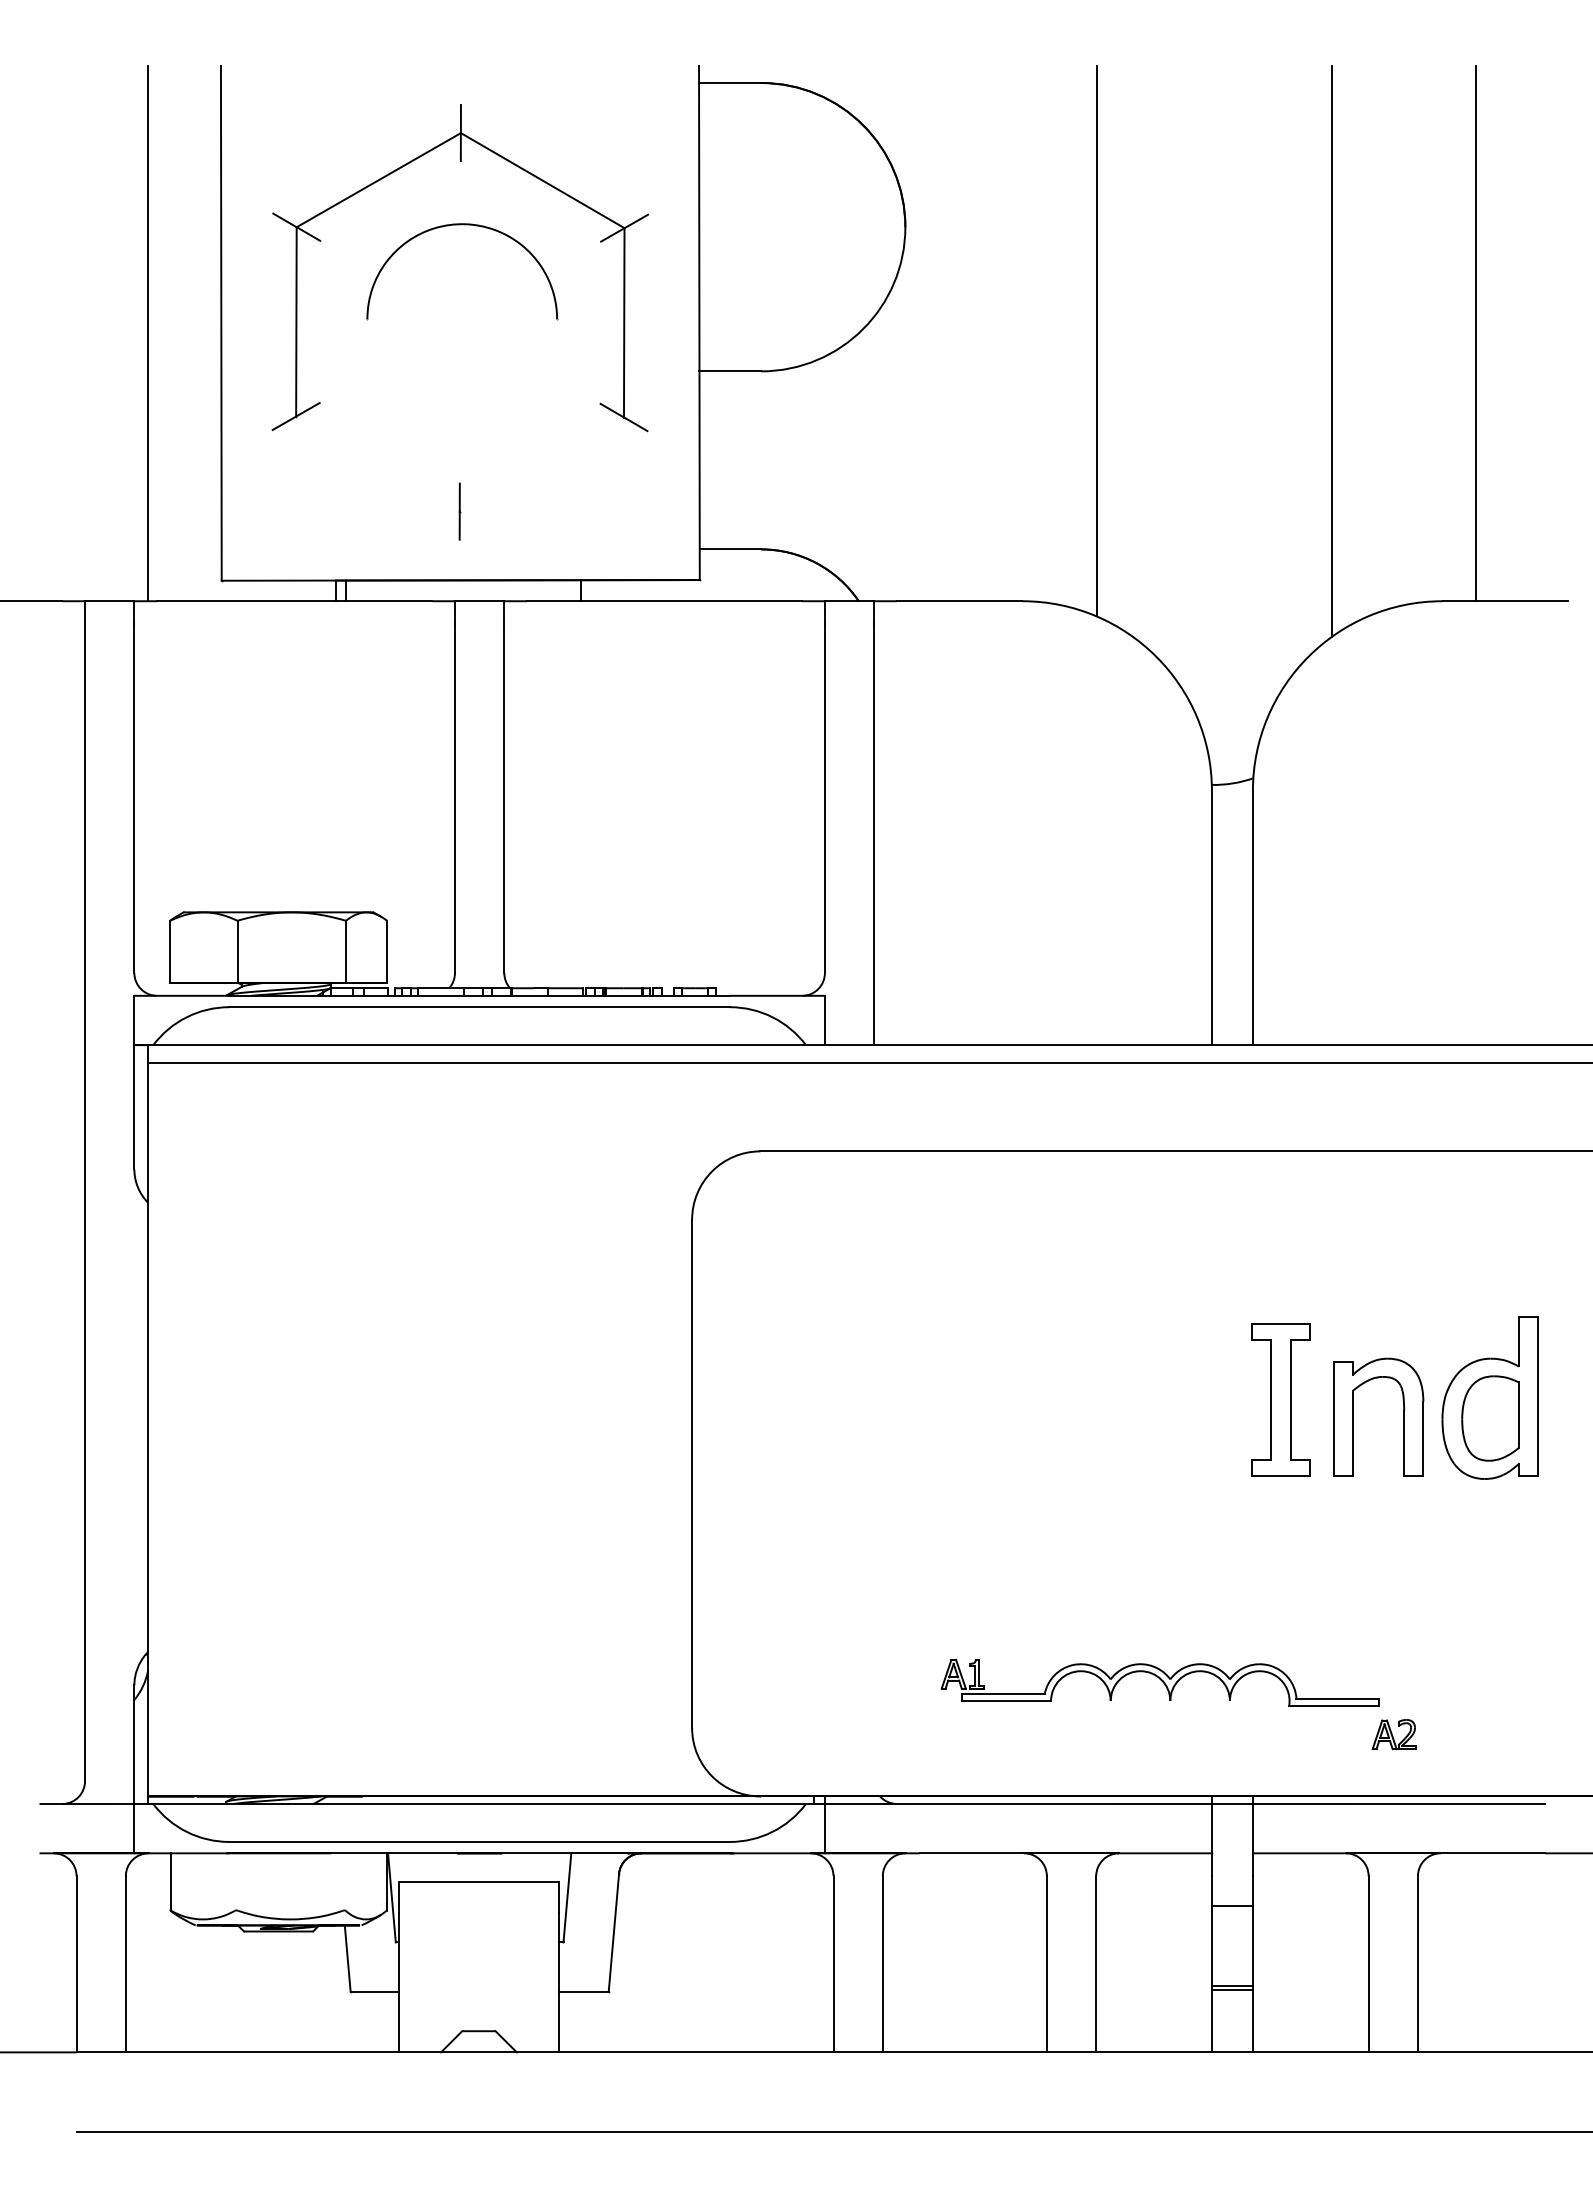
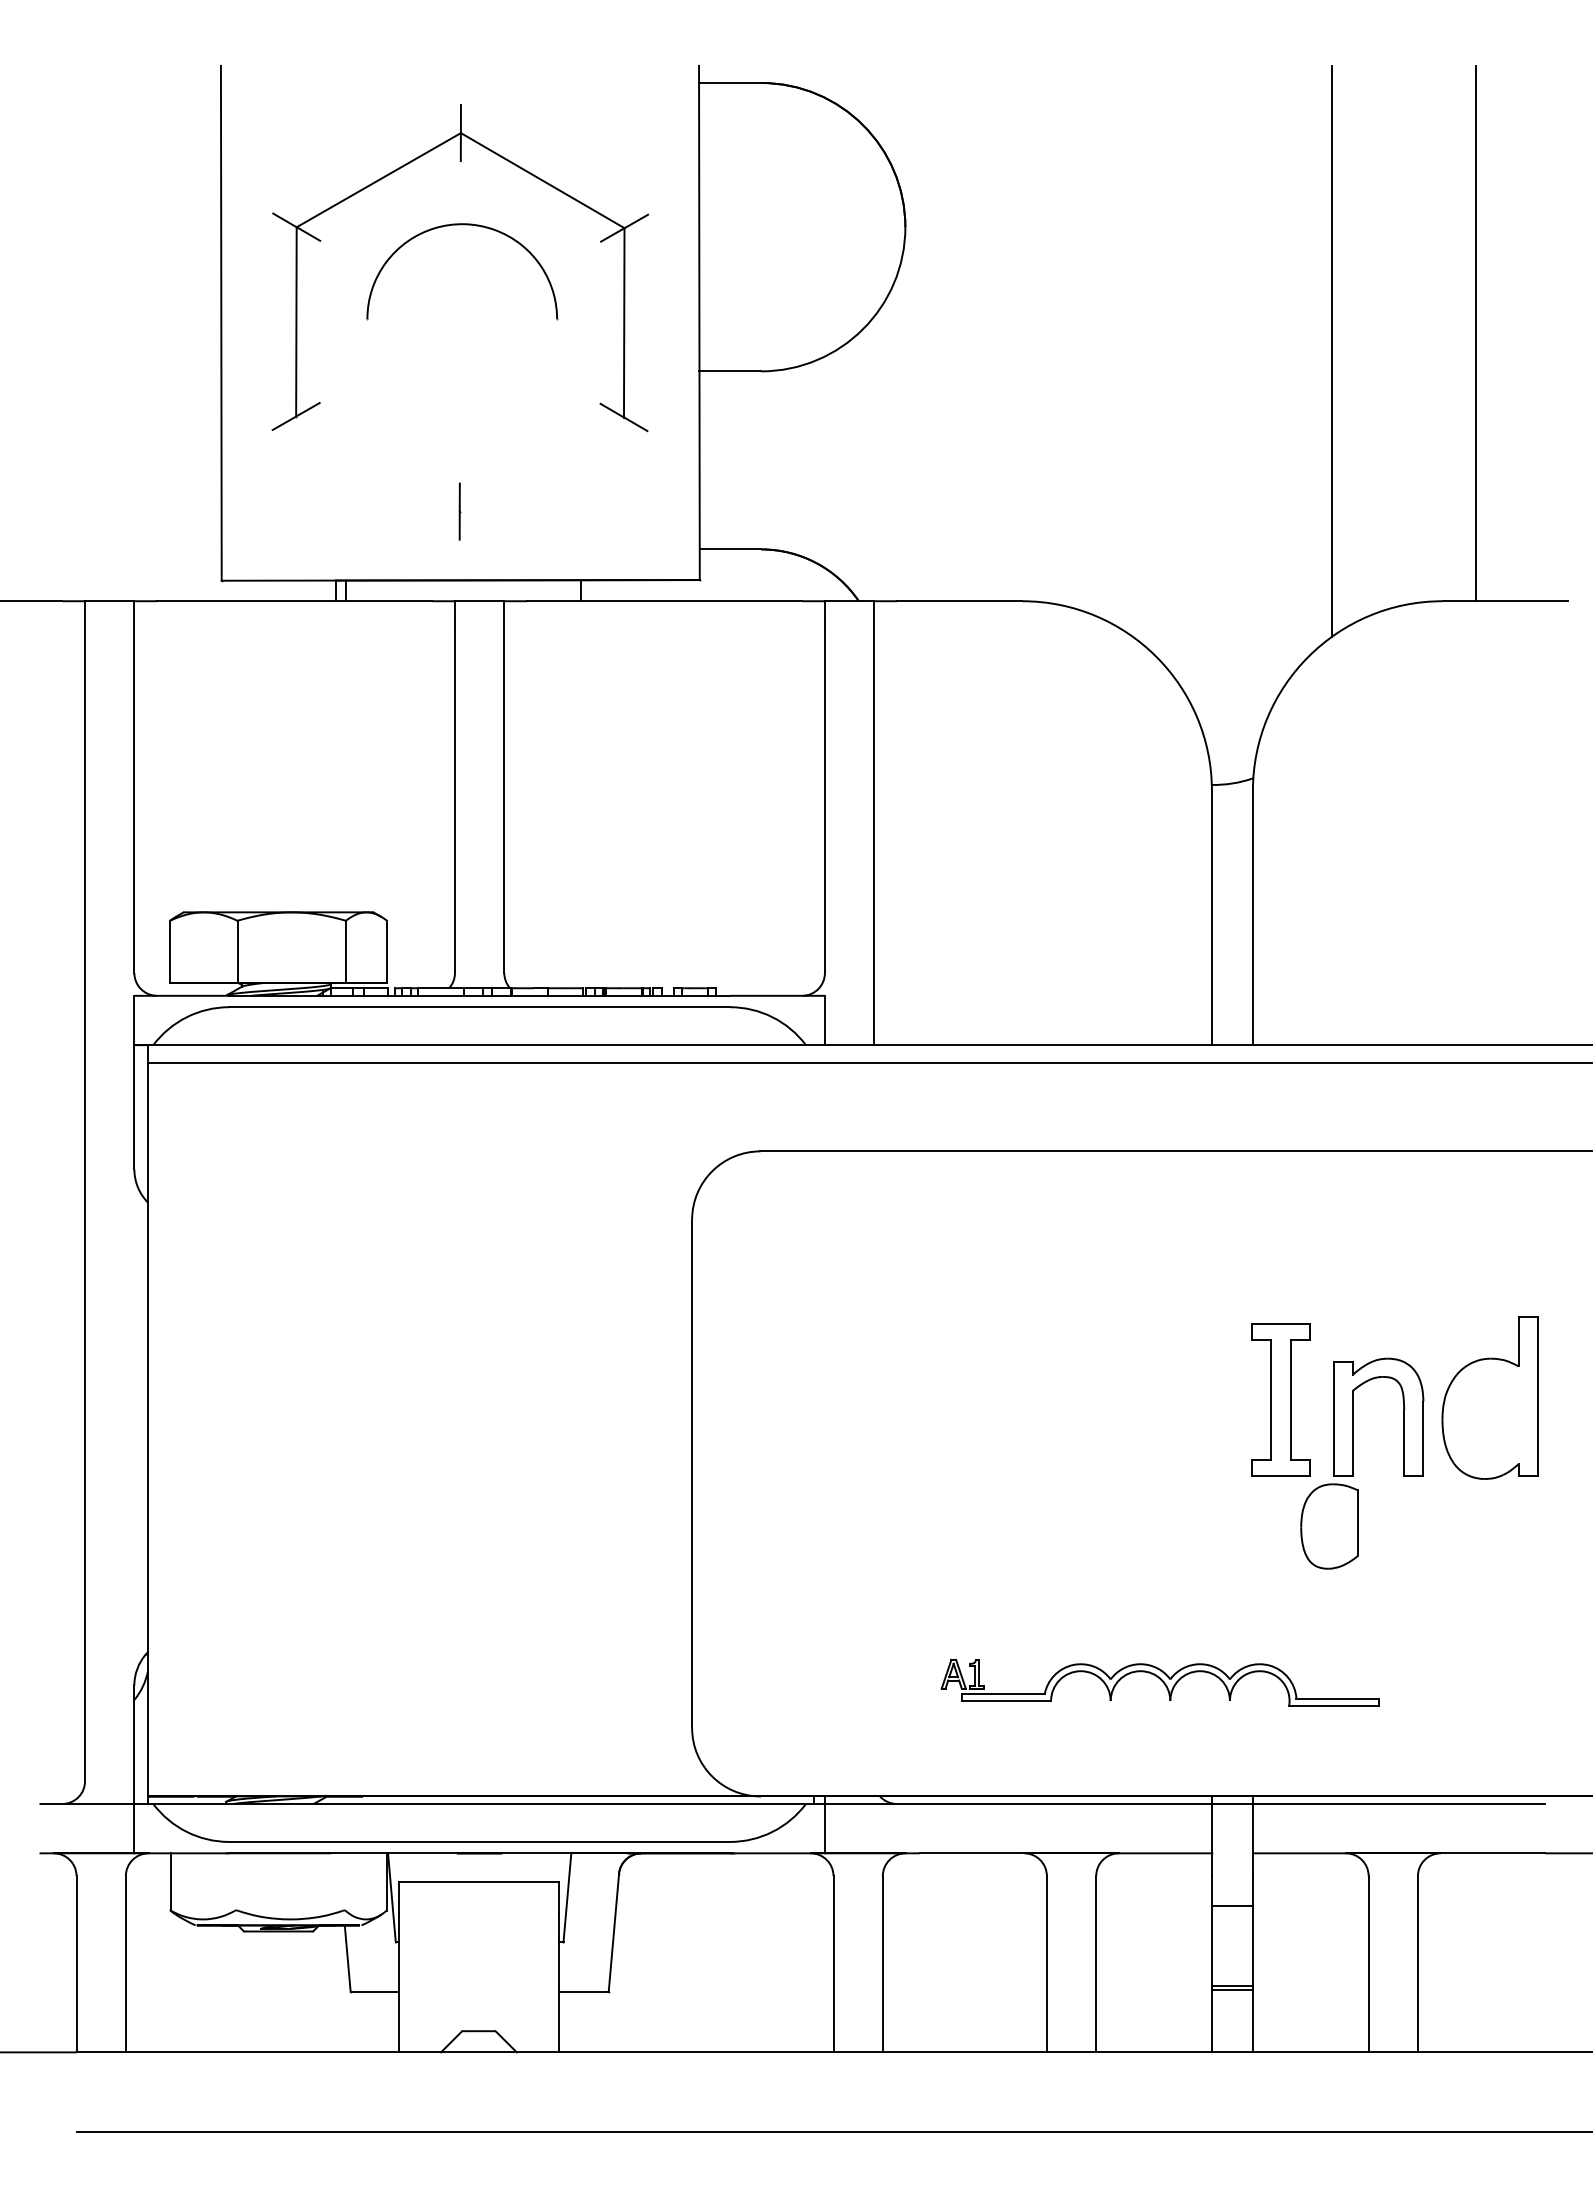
line at (148, 333): present -> none
line at (1096, 340): present -> none
part at (1490, 1418) position: (1490, 1418) -> (1329, 1526)
part at (1393, 1734): present -> none
